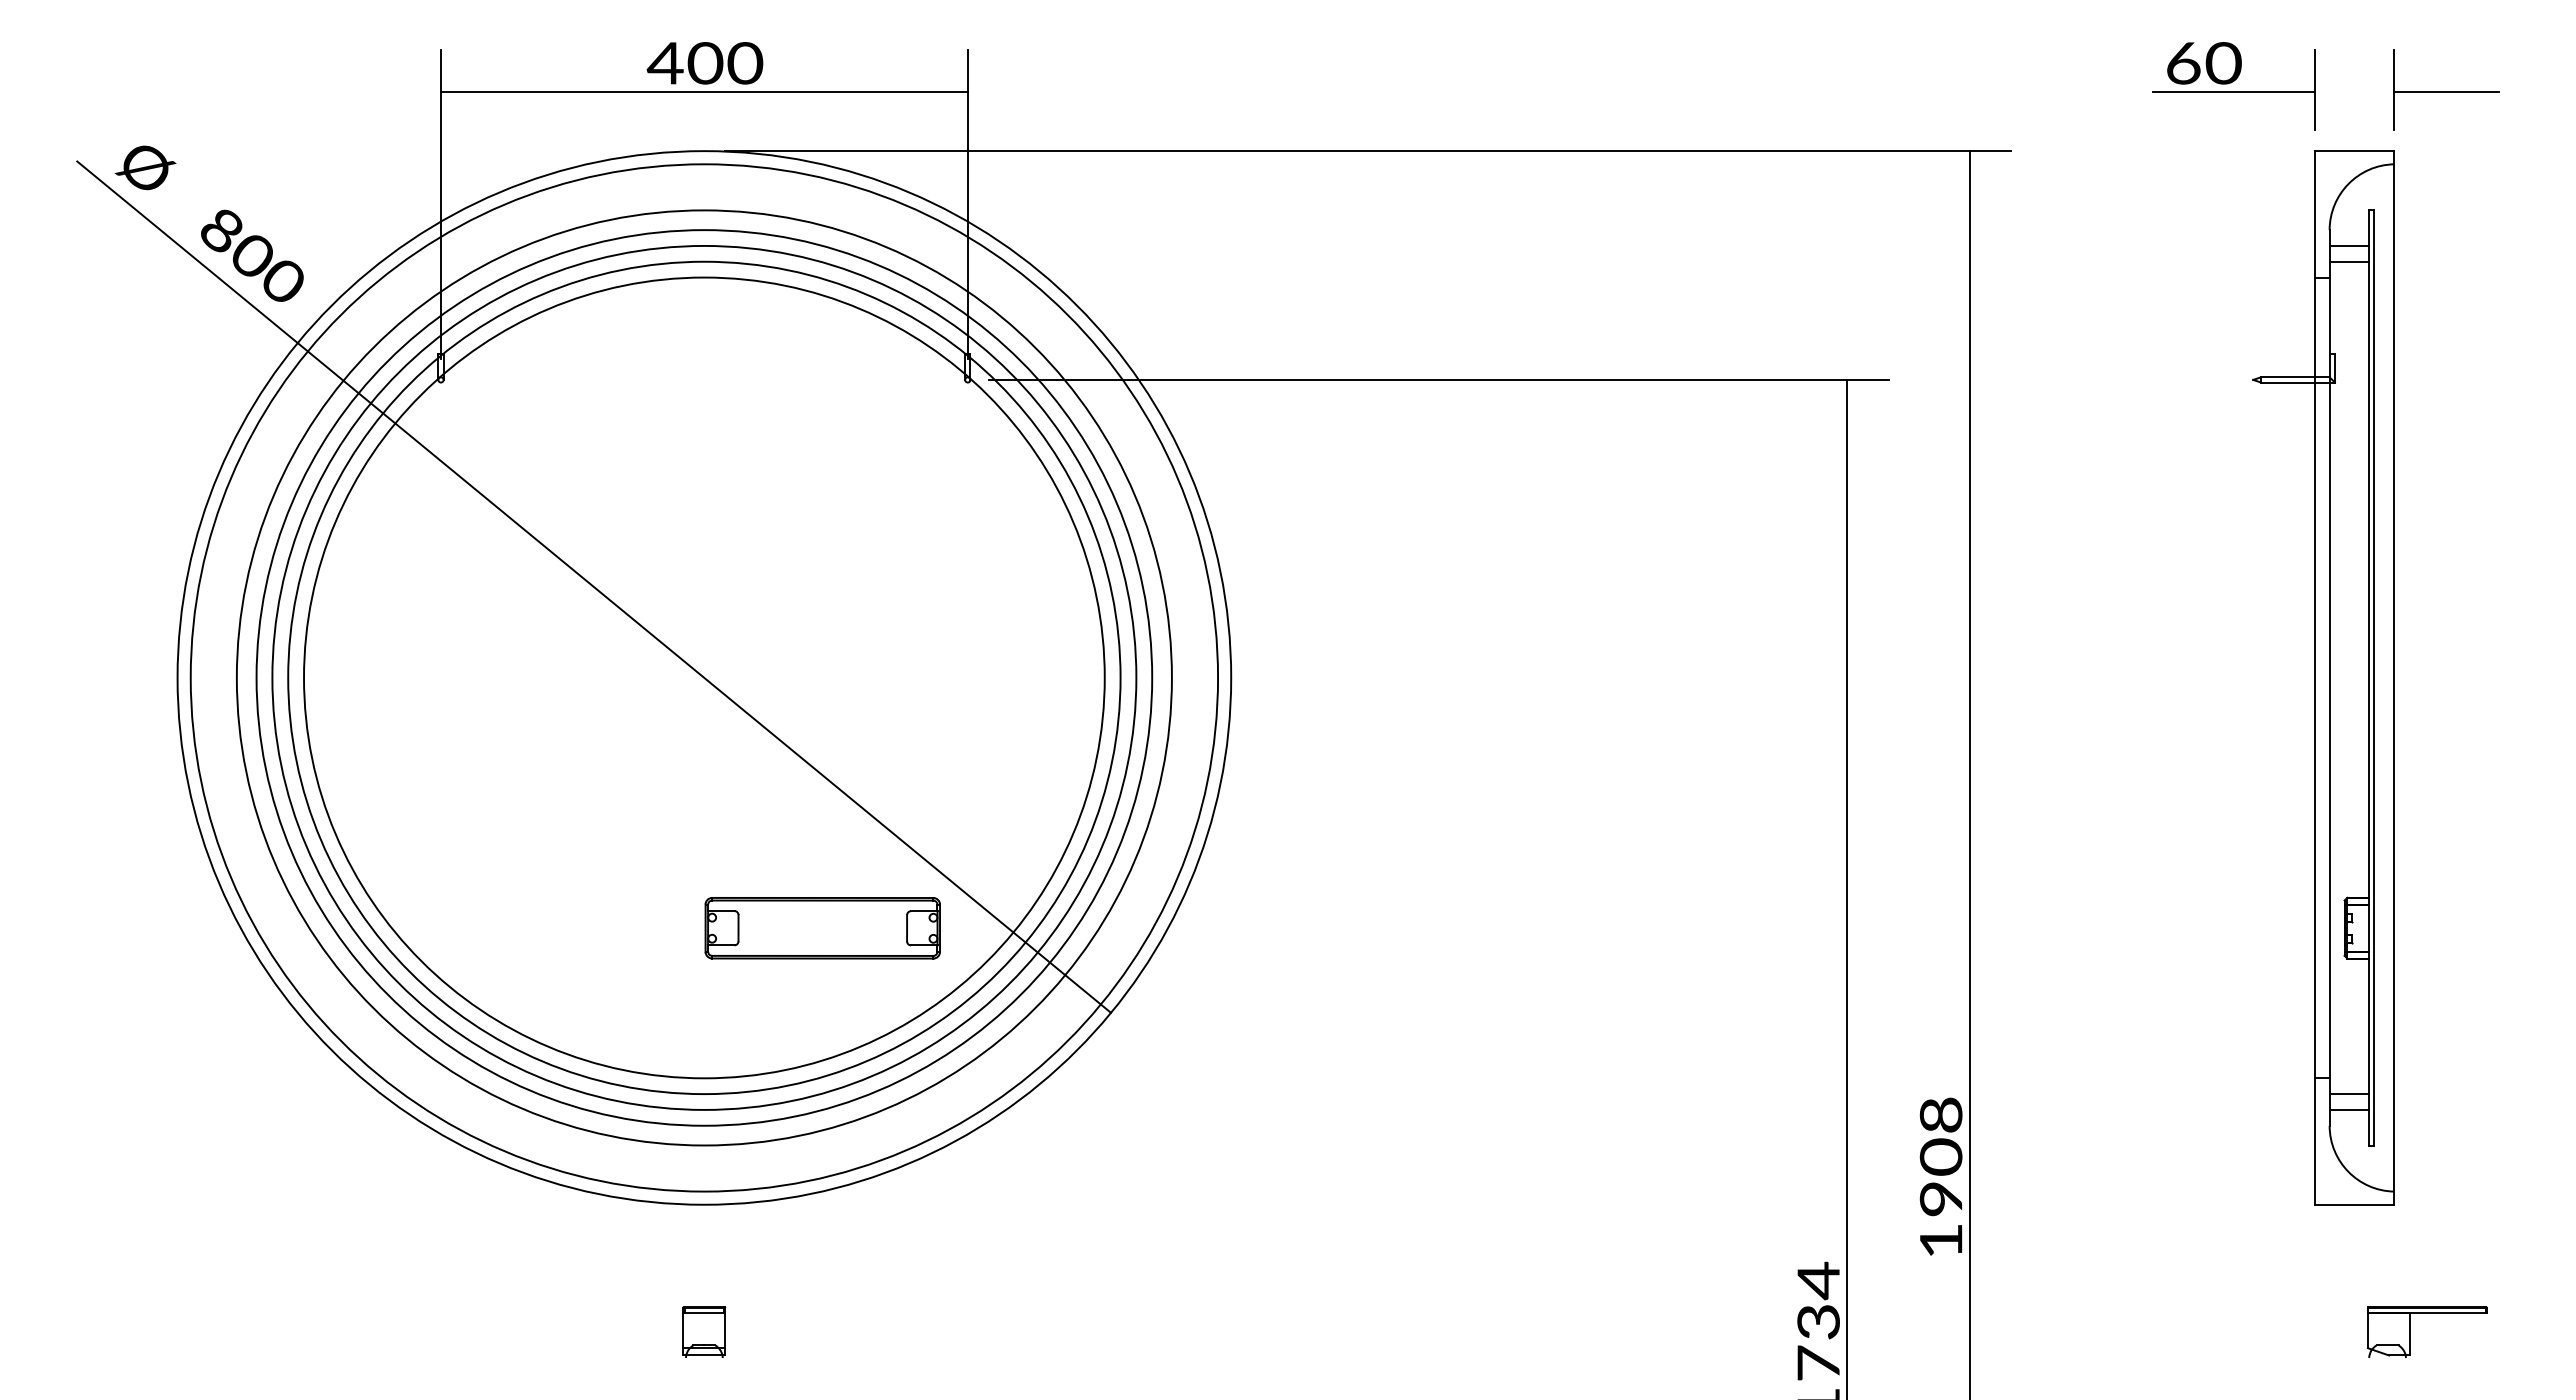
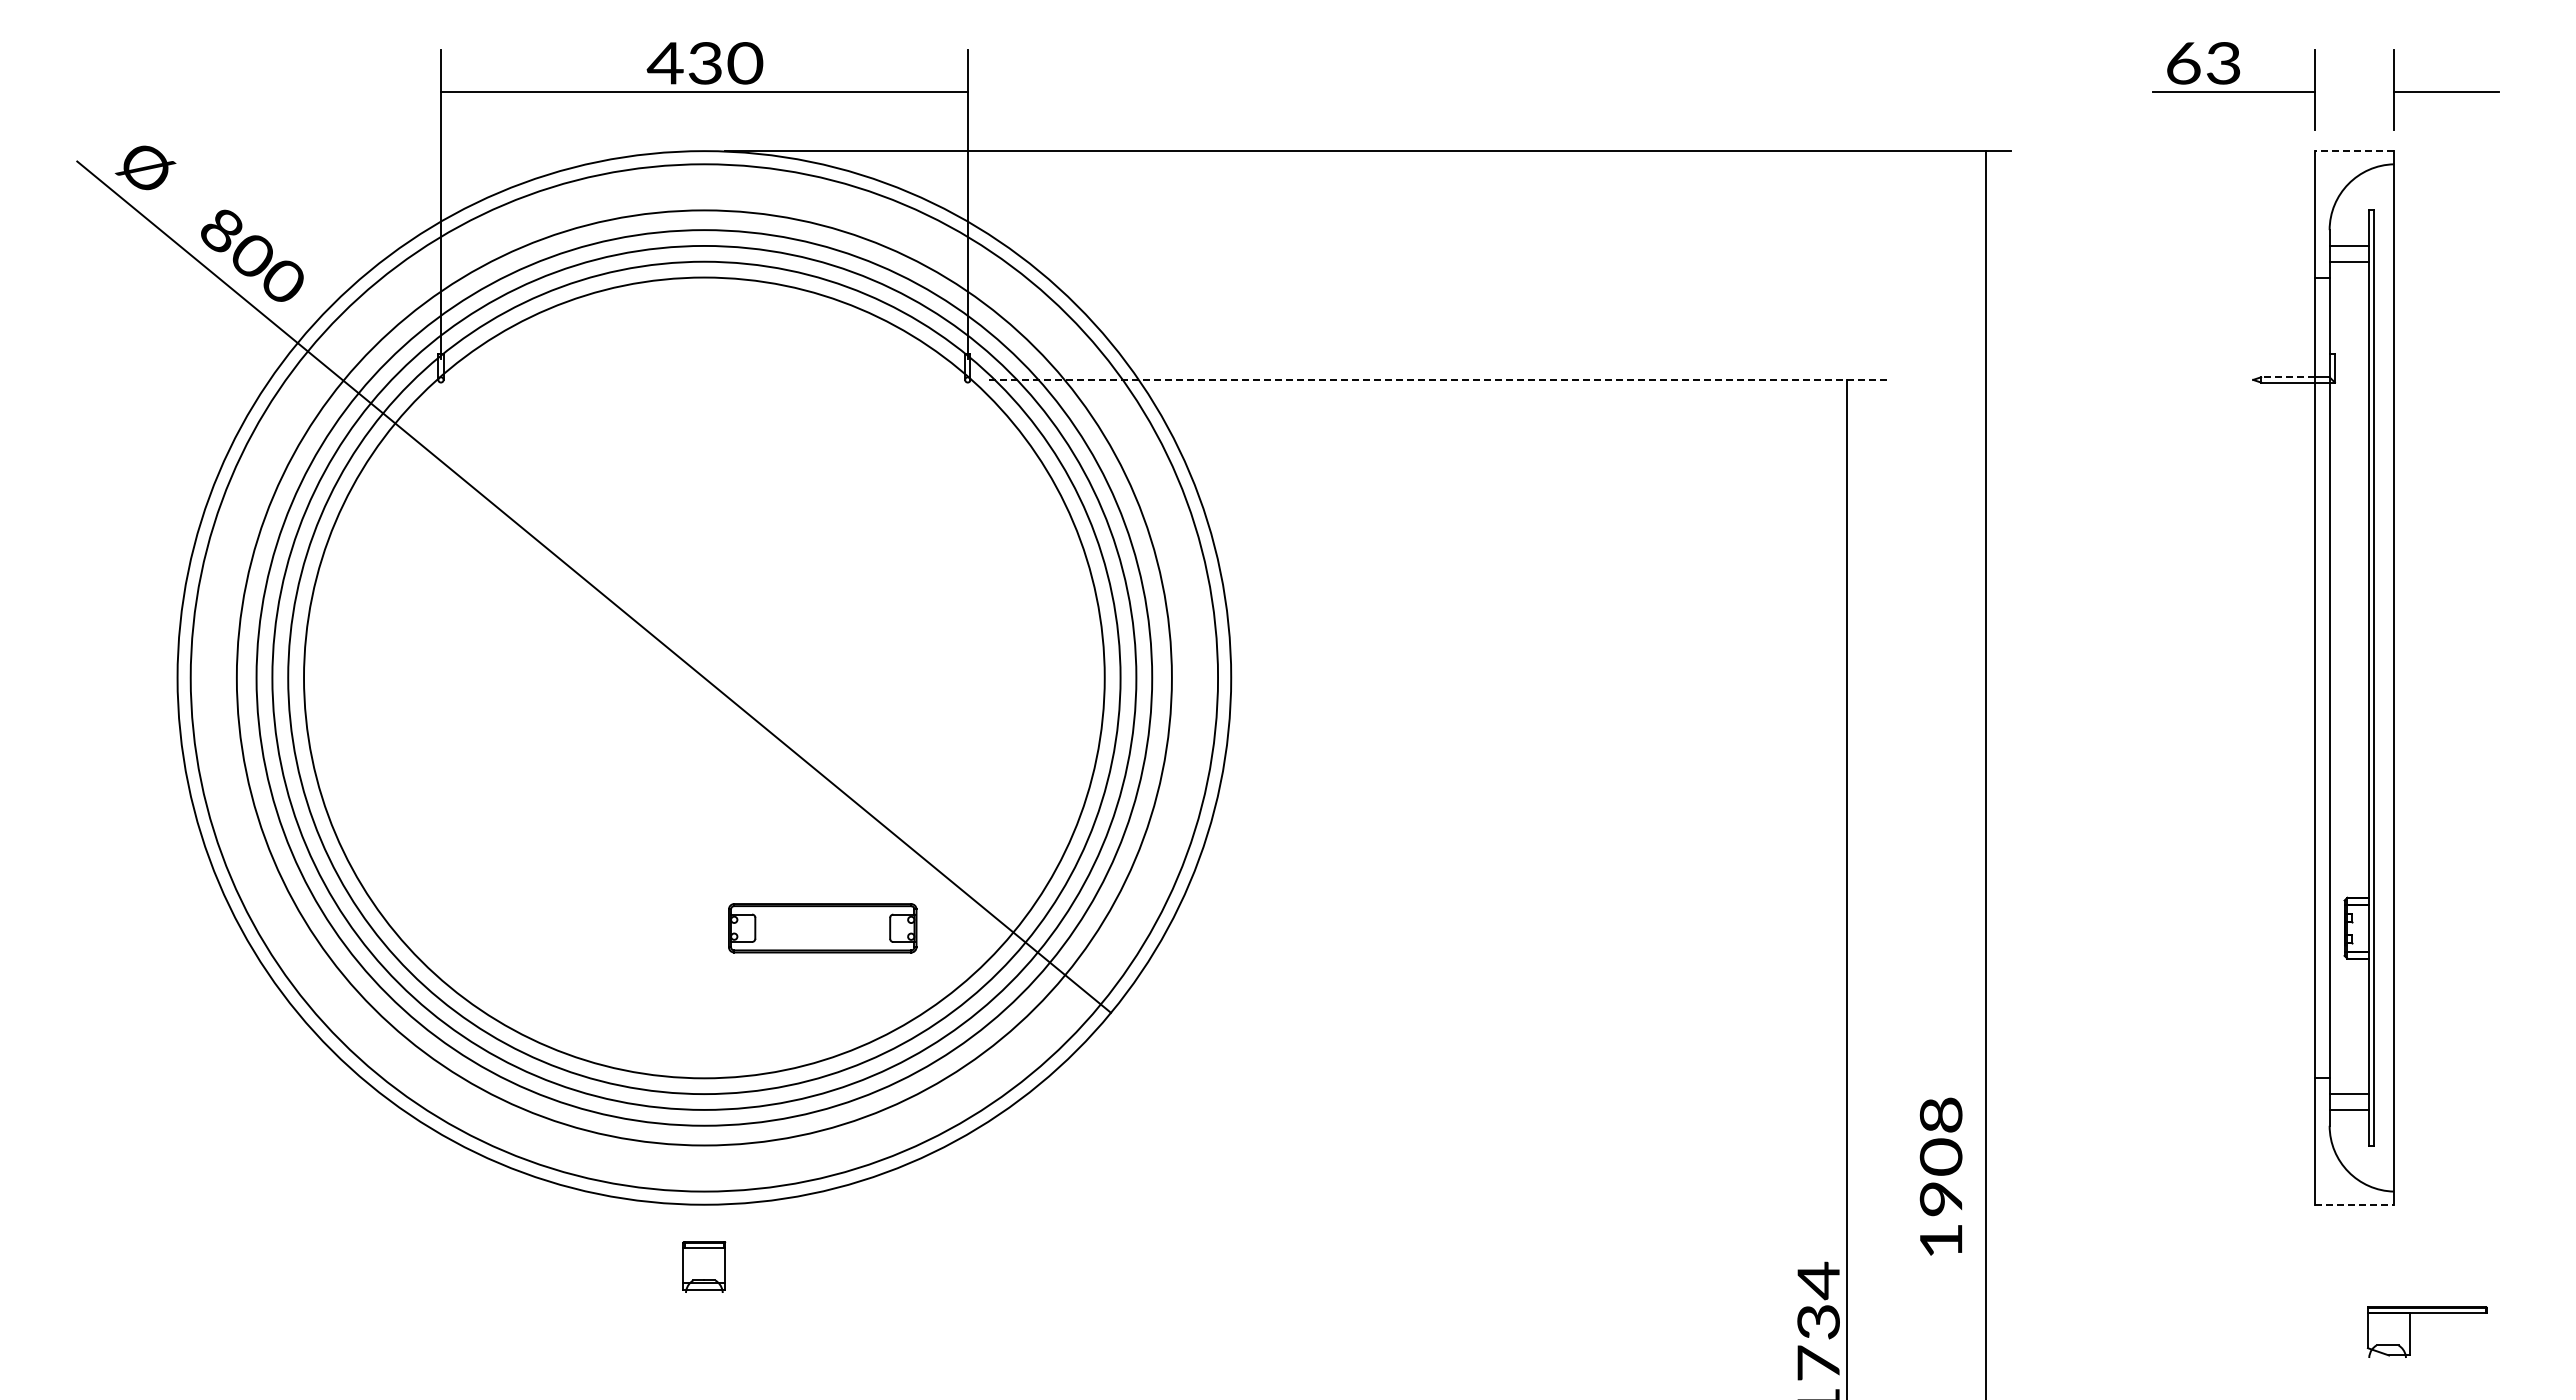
text at (705, 63): 400 -> 430
text at (2223, 63): 60 -> 63
line at (2354, 151): solid -> dashed
line at (2288, 377): solid -> dashed
line at (1439, 379): solid -> dashed
line at (1969, 773) position: (1969, 773) -> (1985, 773)
part at (822, 928) size: 237x63 px -> 190x51 px
line at (2354, 1204): solid -> dashed
part at (704, 1331) position: (704, 1331) -> (704, 1266)
